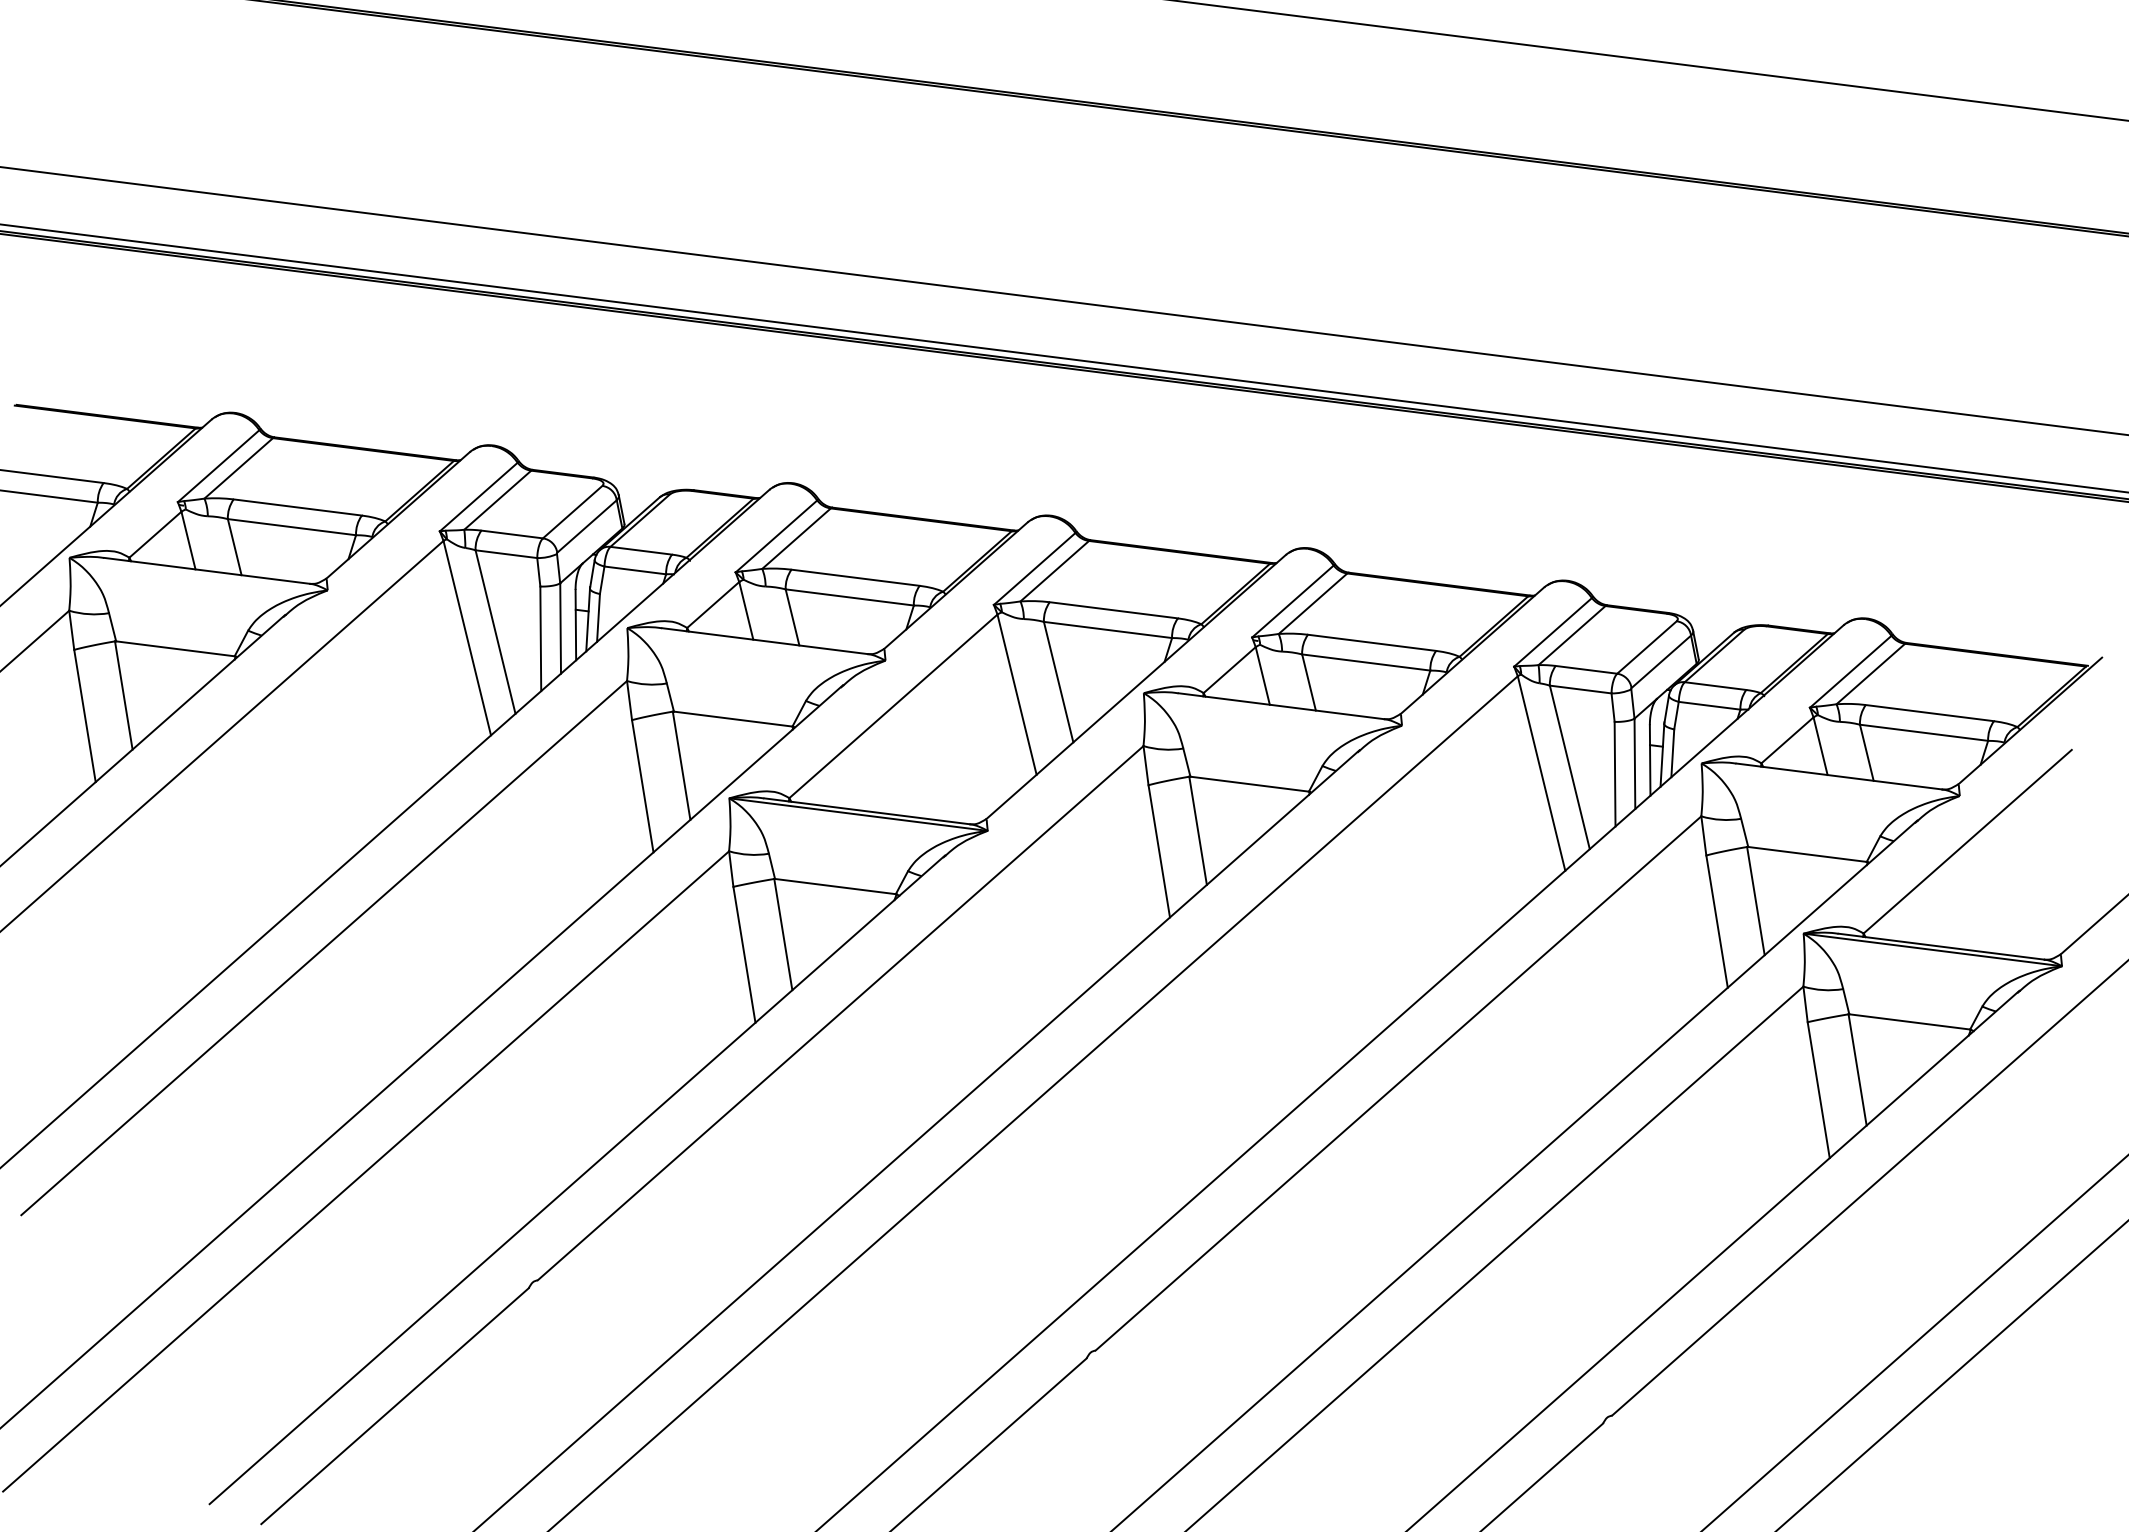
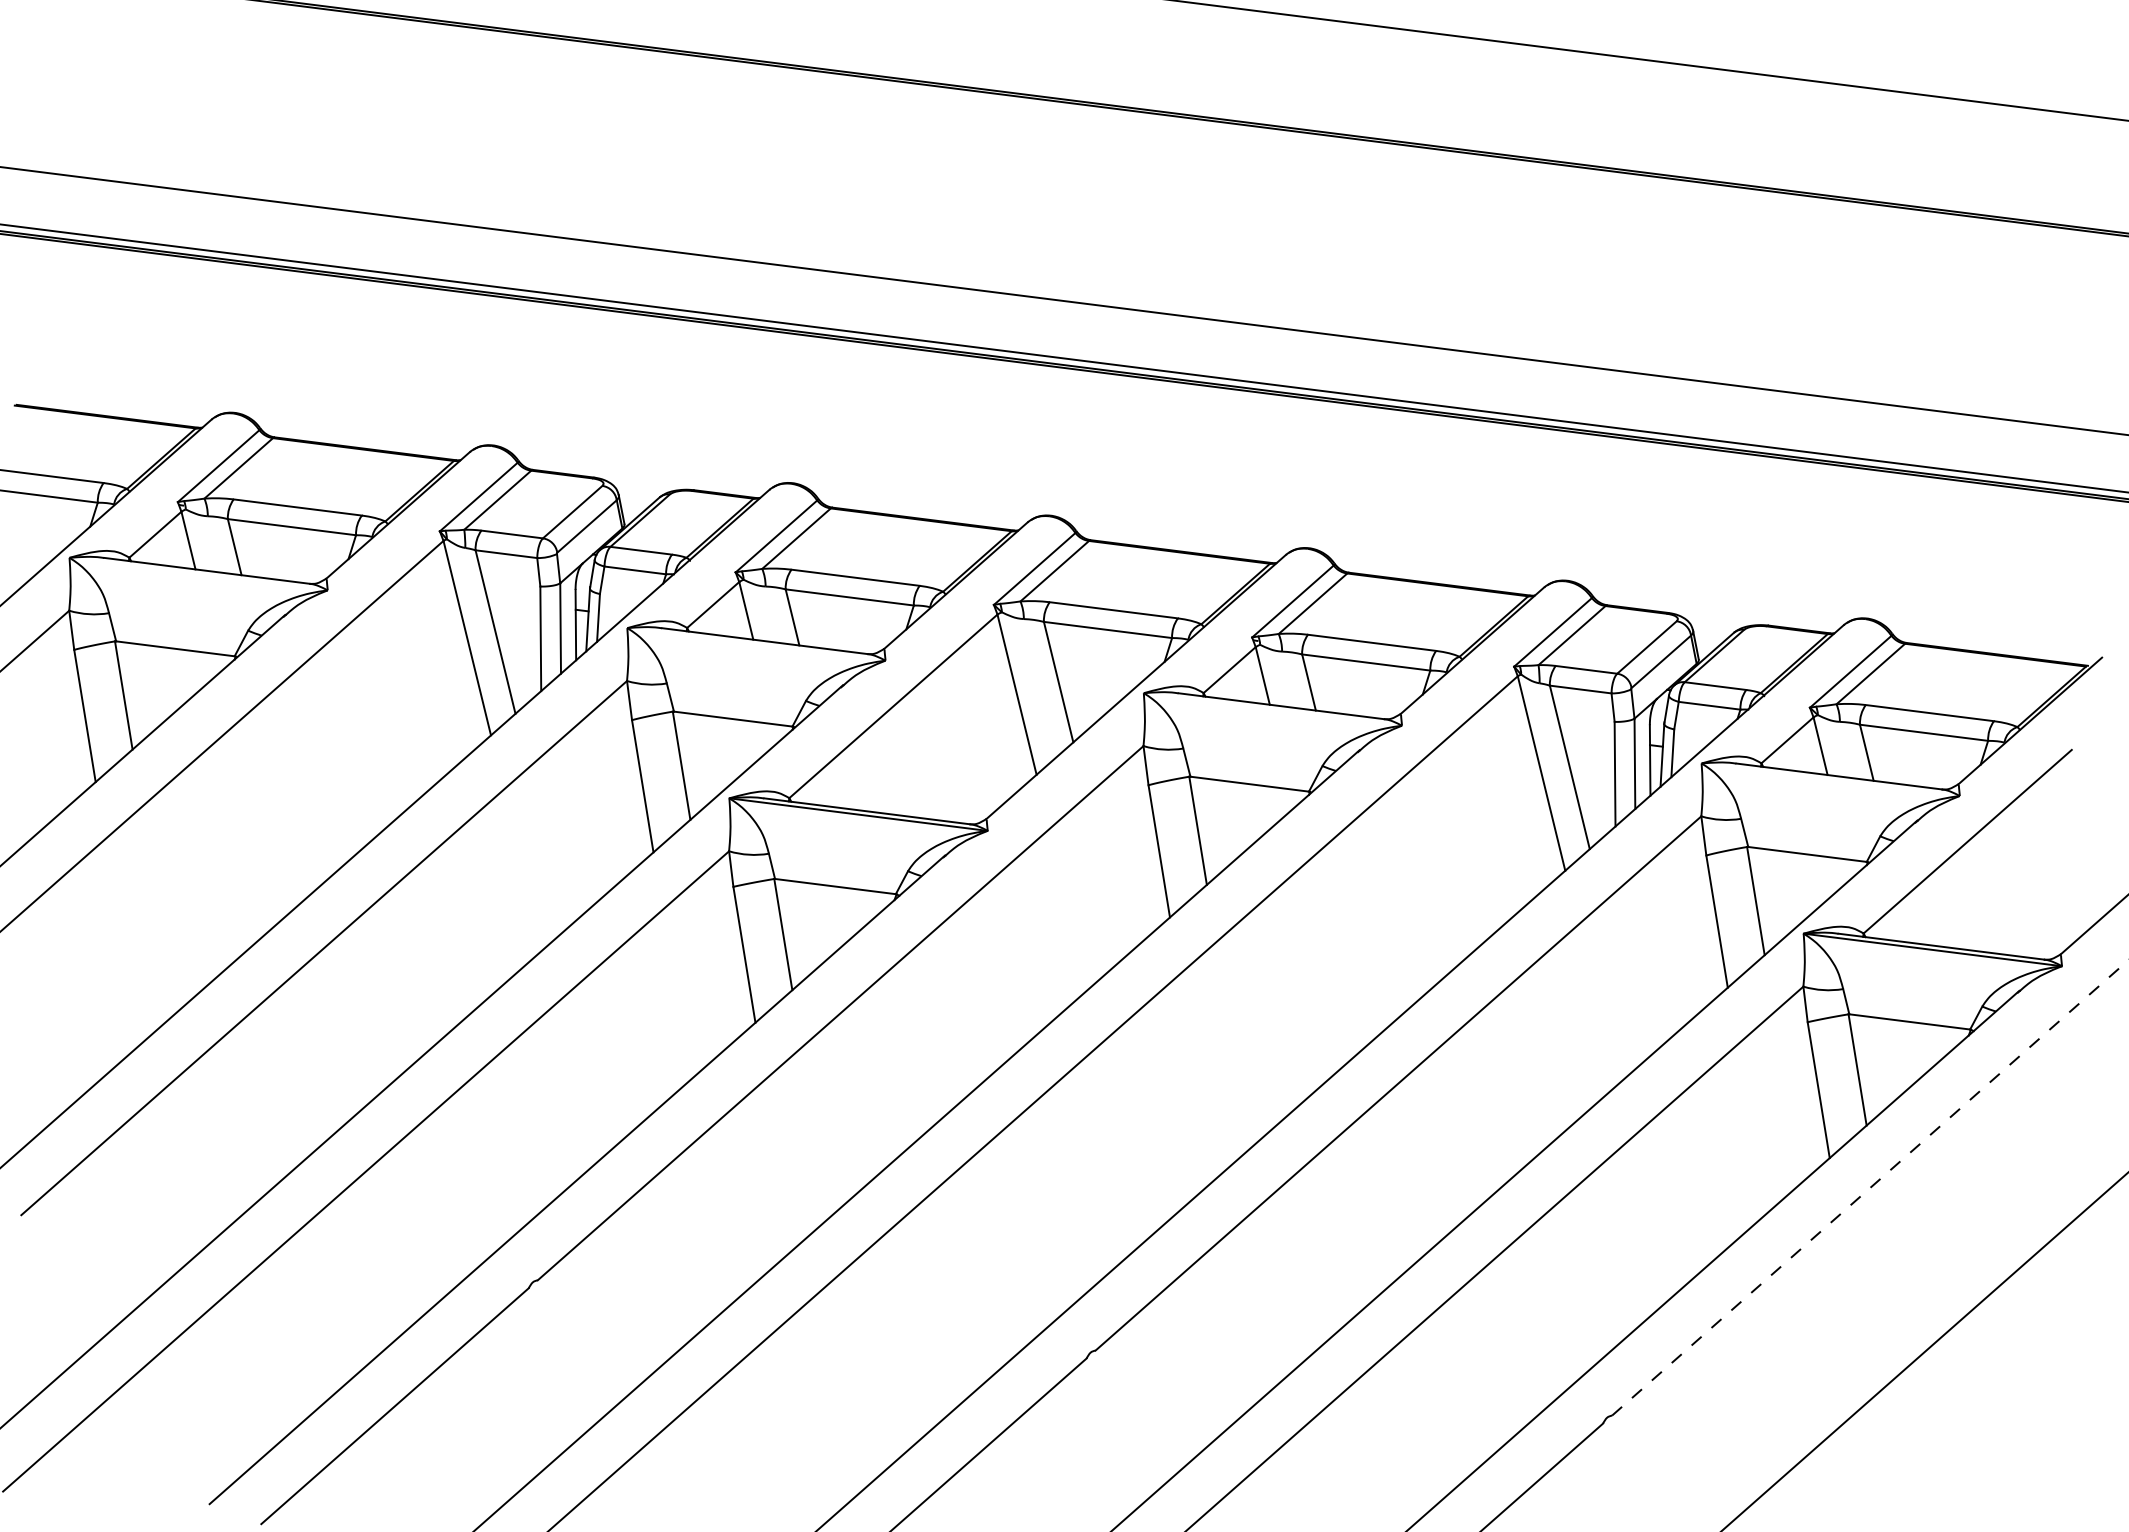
line at (1870, 1187): solid -> dashed
line at (1915, 1342): present -> none
line at (1952, 1375) position: (1952, 1375) -> (1924, 1351)
